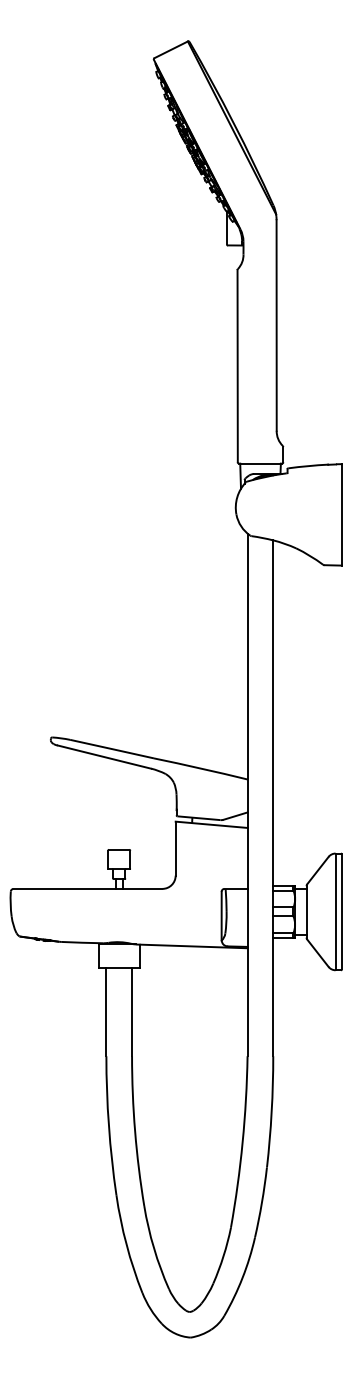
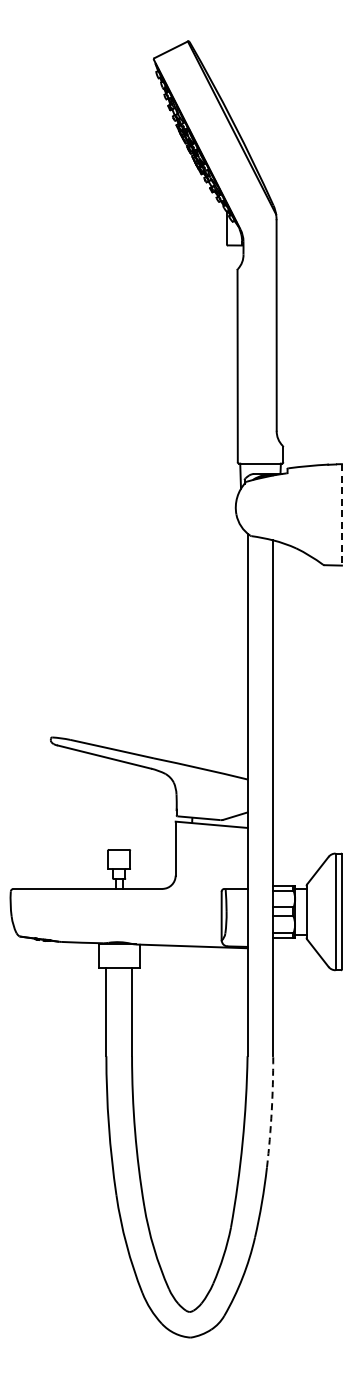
line at (341, 514): solid -> dashed
arc at (271, 1111): solid -> dashed
